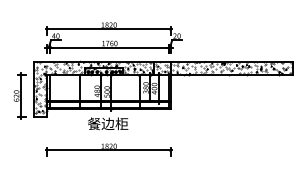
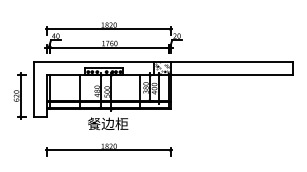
hatch at (230, 68): present -> none
hatch at (93, 87): present -> none
